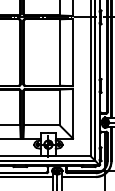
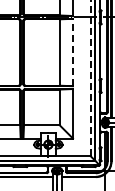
line at (72, 52): solid -> dashed
line at (90, 78): solid -> dashed
